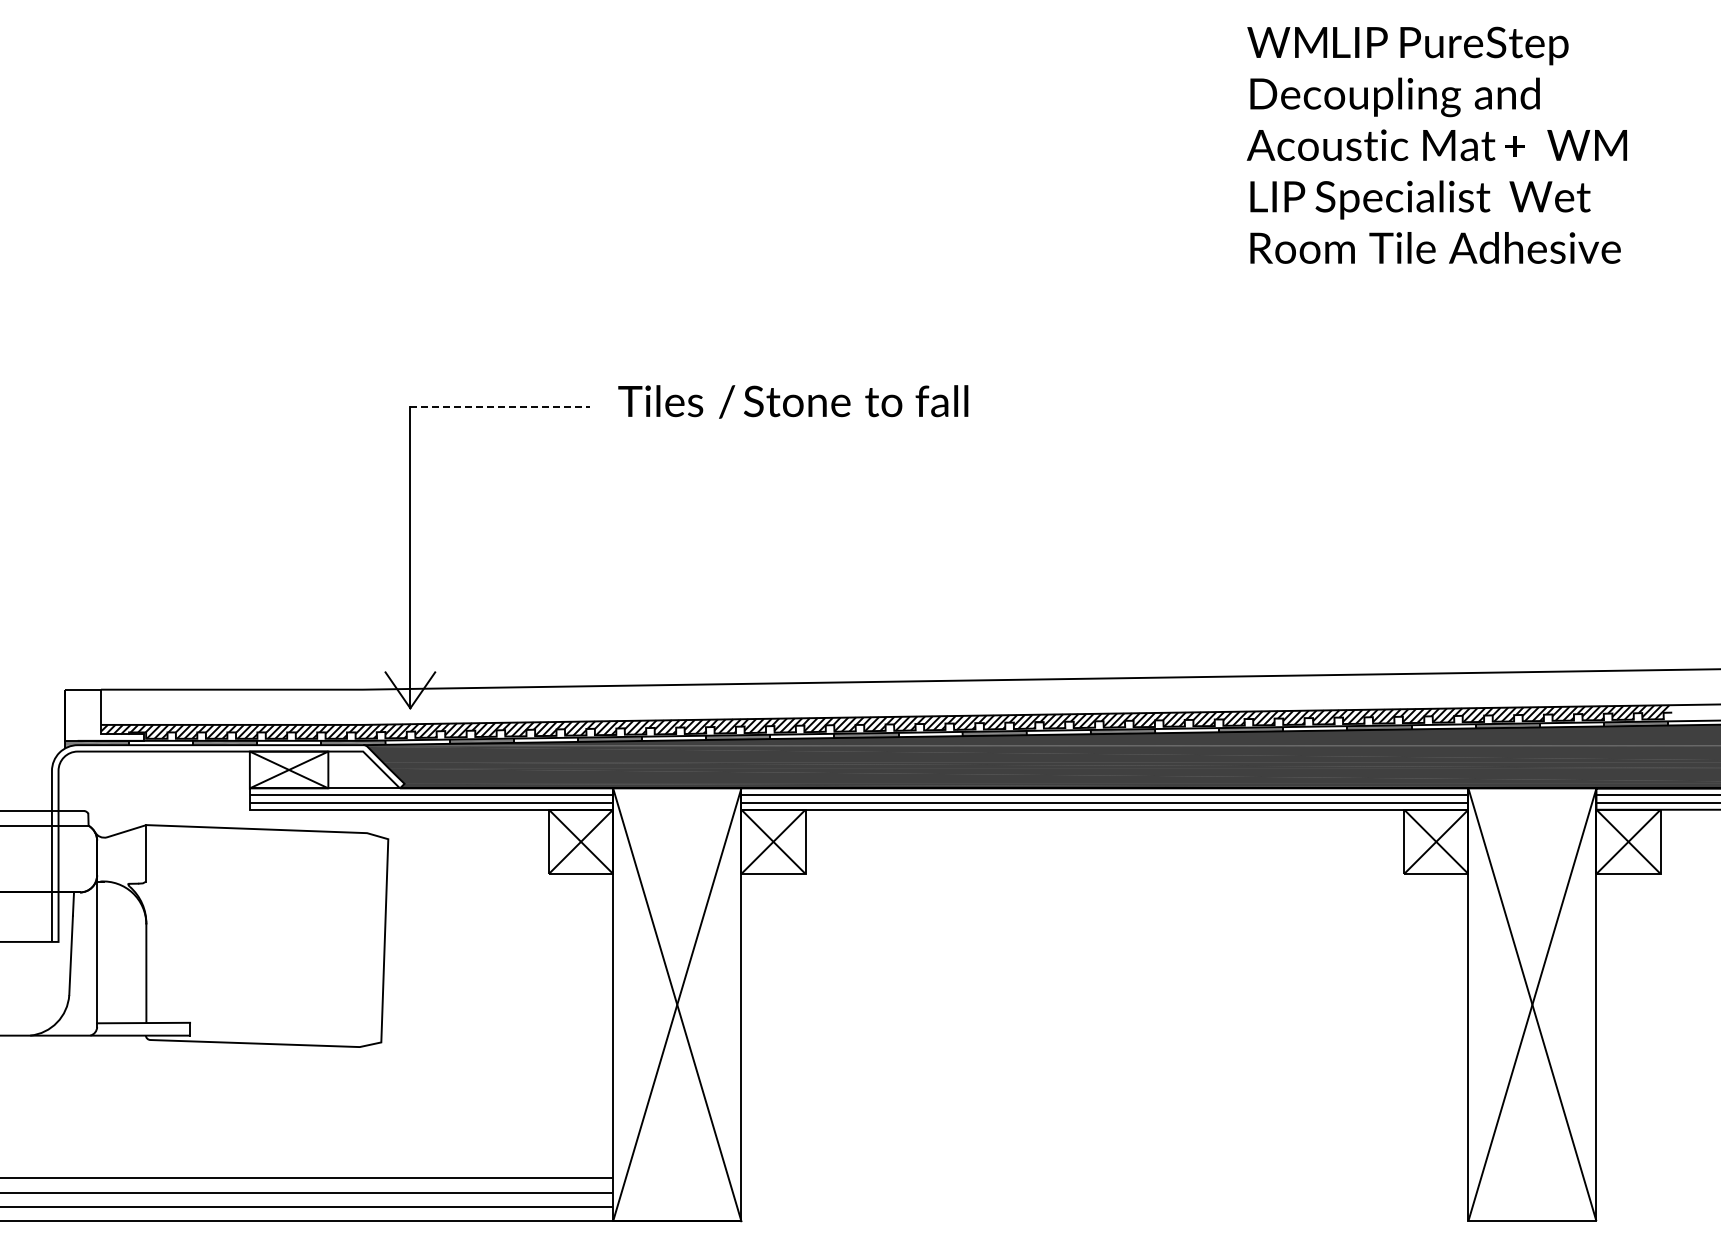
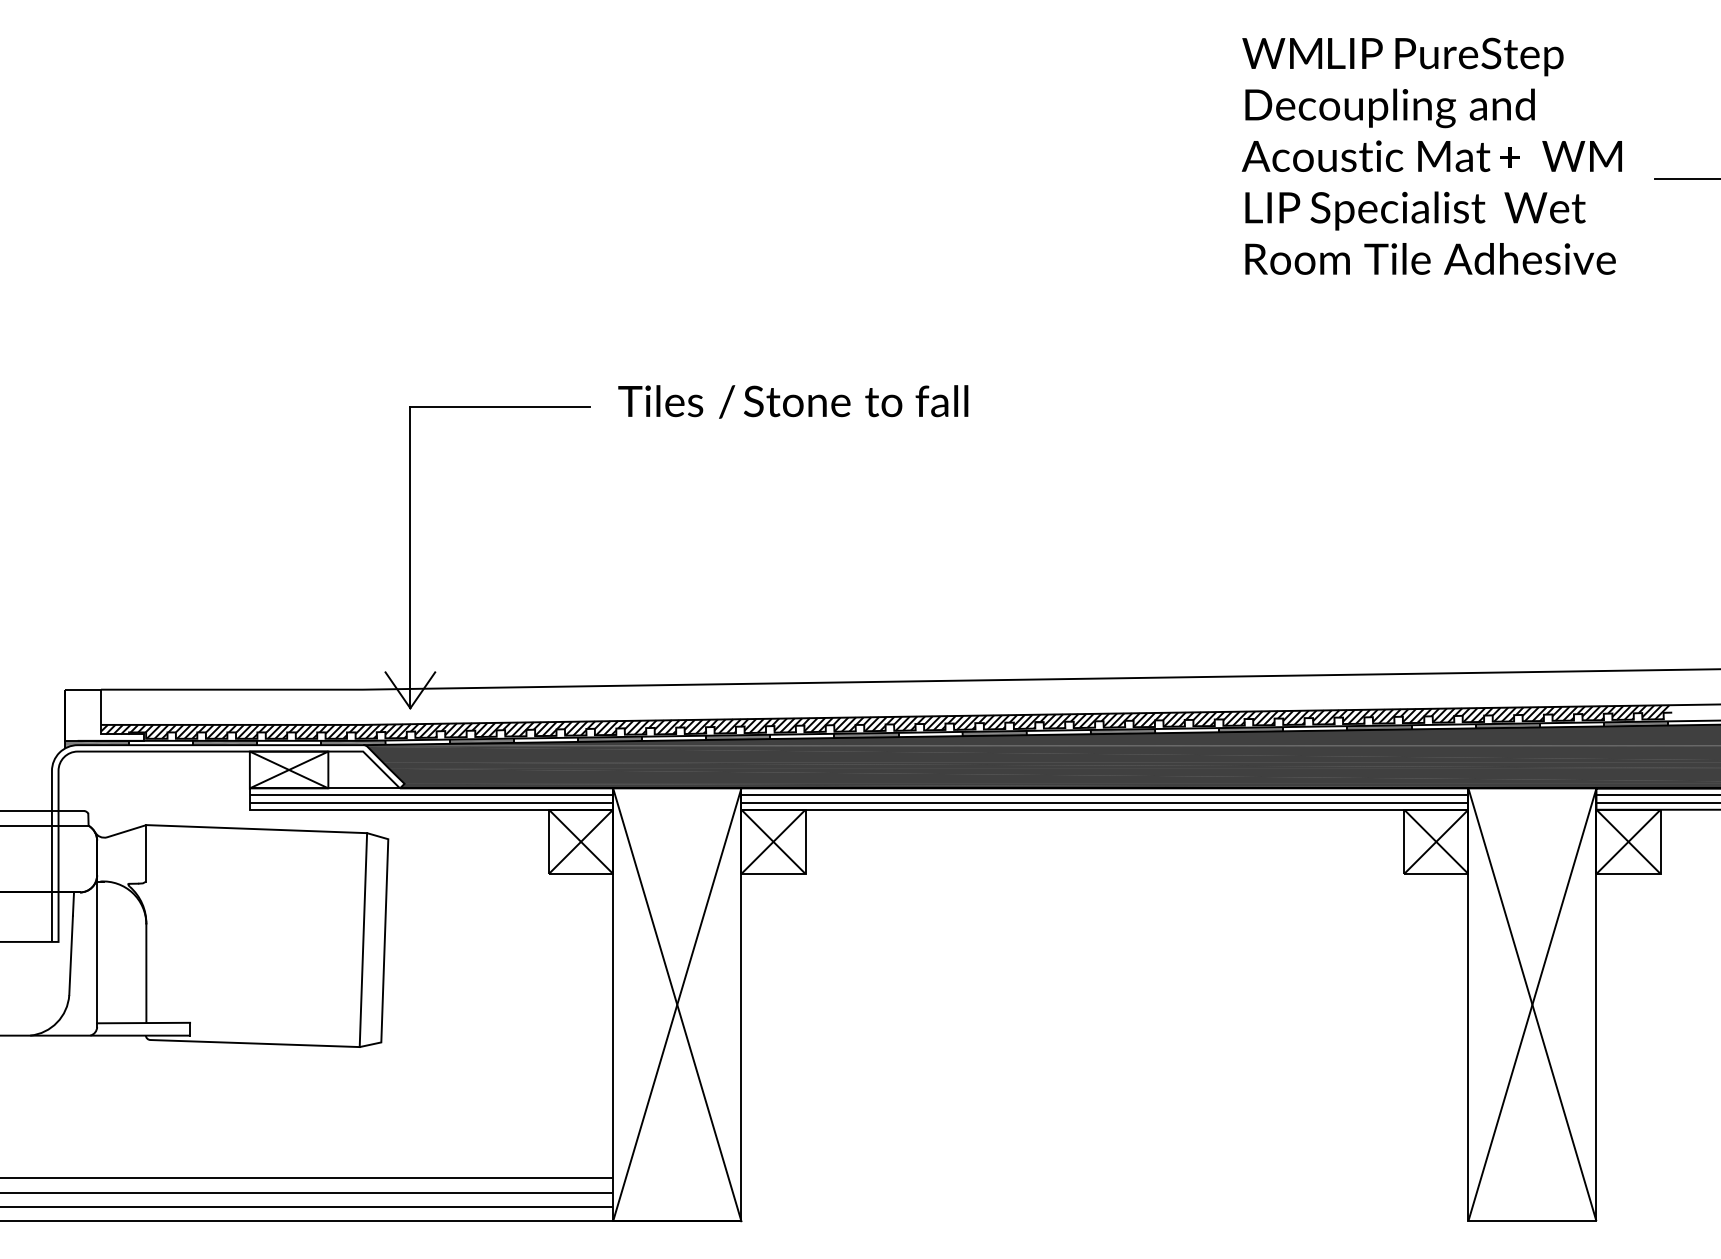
text at (1436, 144) position: (1436, 144) -> (1431, 155)
line at (1685, 178): none -> present
line at (500, 407): dashed -> solid
line at (363, 940): none -> present
